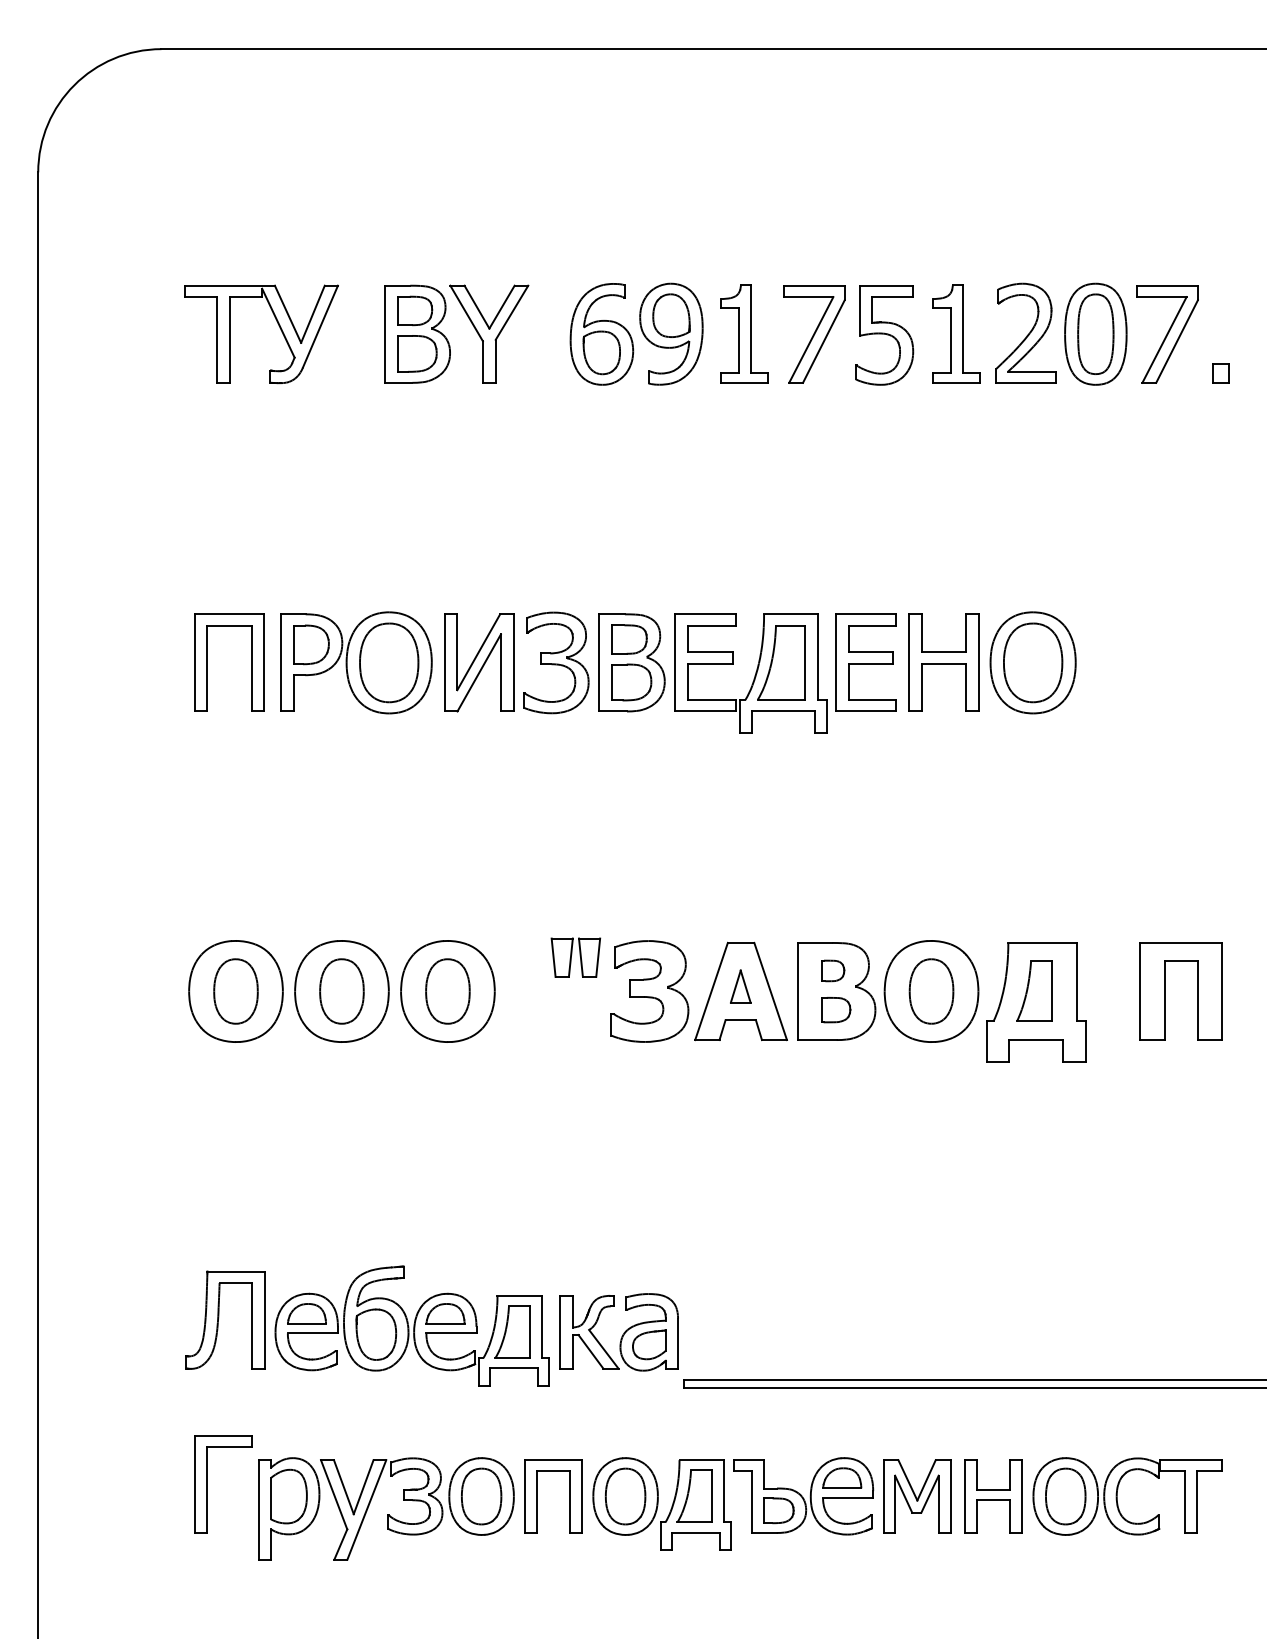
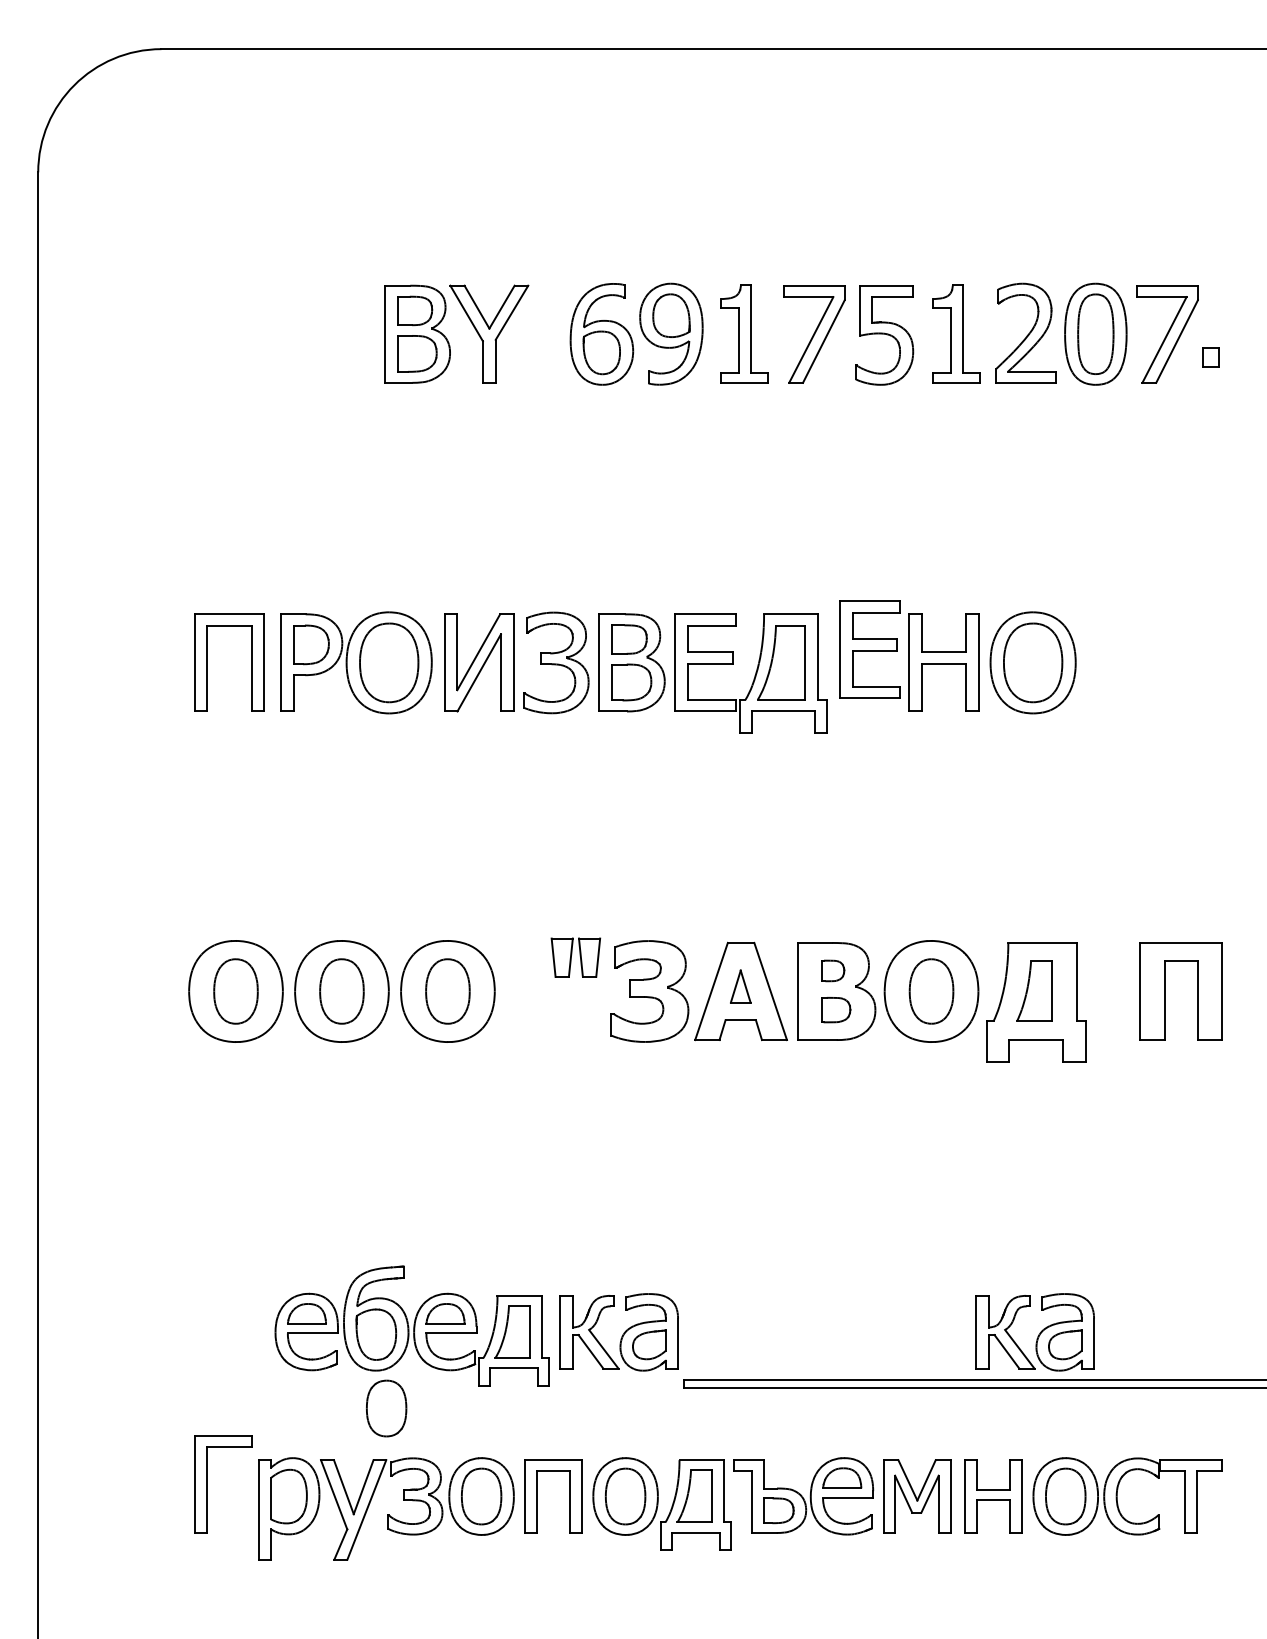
part at (279, 328): present -> none
part at (1220, 373) position: (1220, 373) -> (1210, 357)
part at (865, 662) position: (865, 662) -> (869, 649)
part at (219, 1318): present -> none
part at (1034, 1332): none -> present
part at (386, 1408): none -> present
